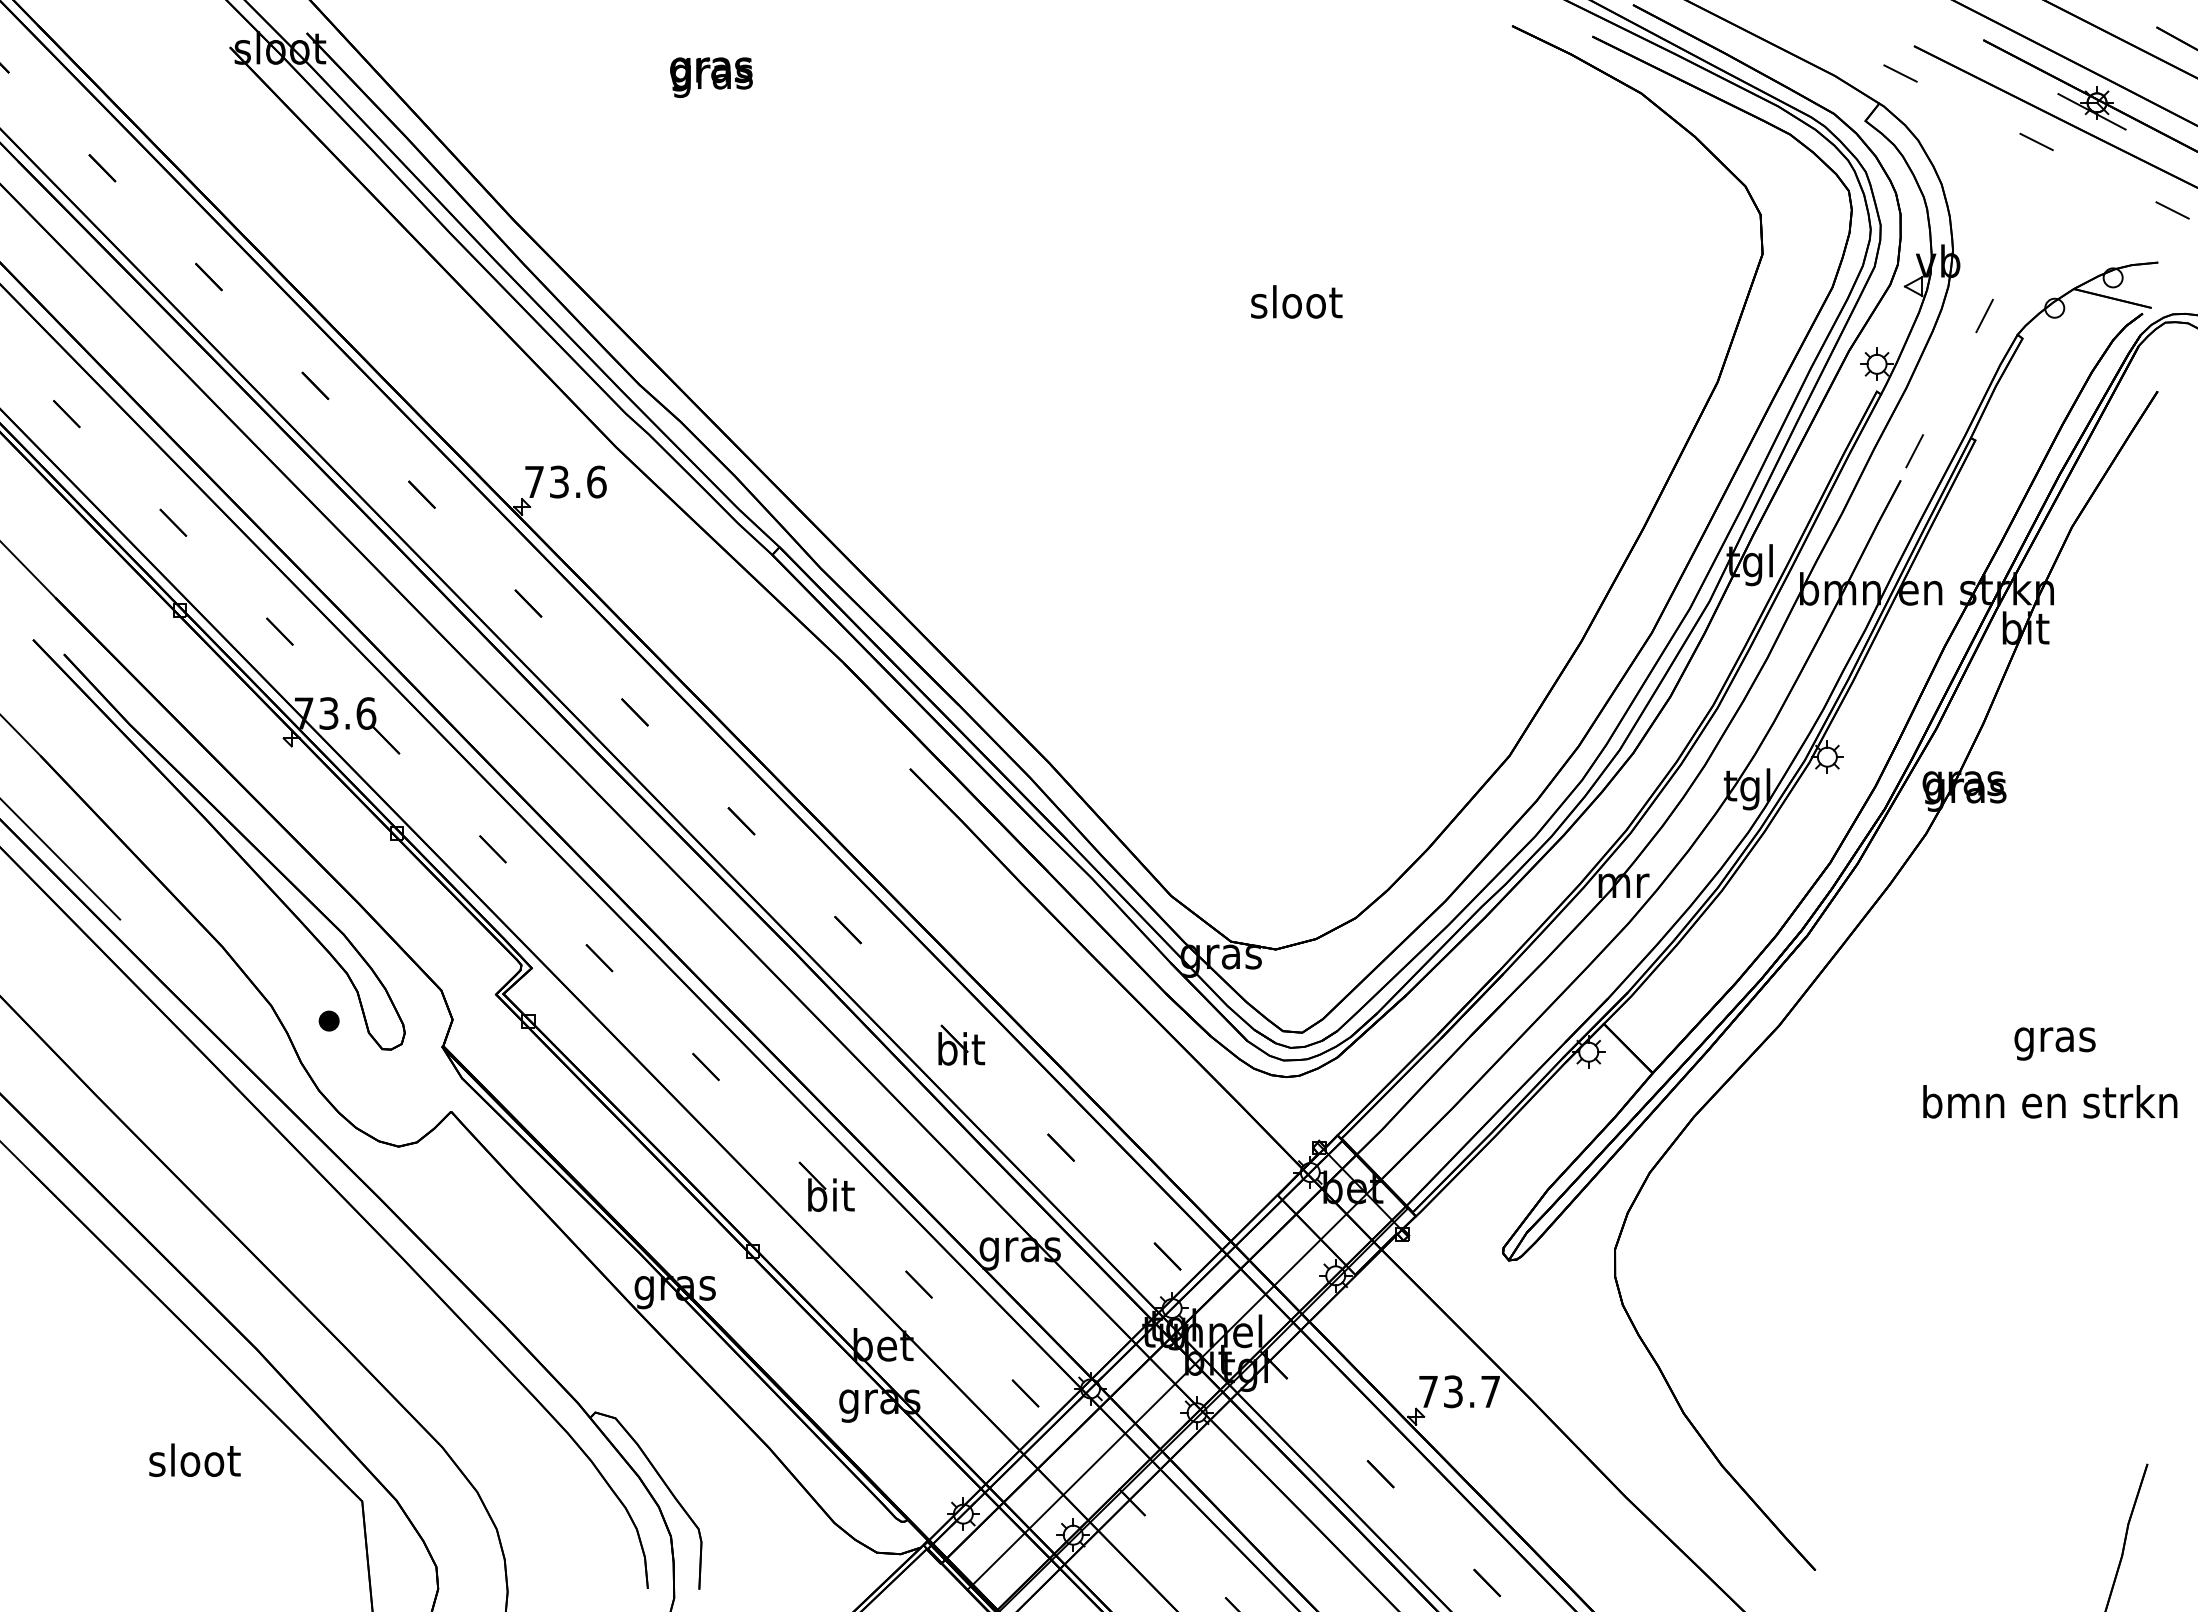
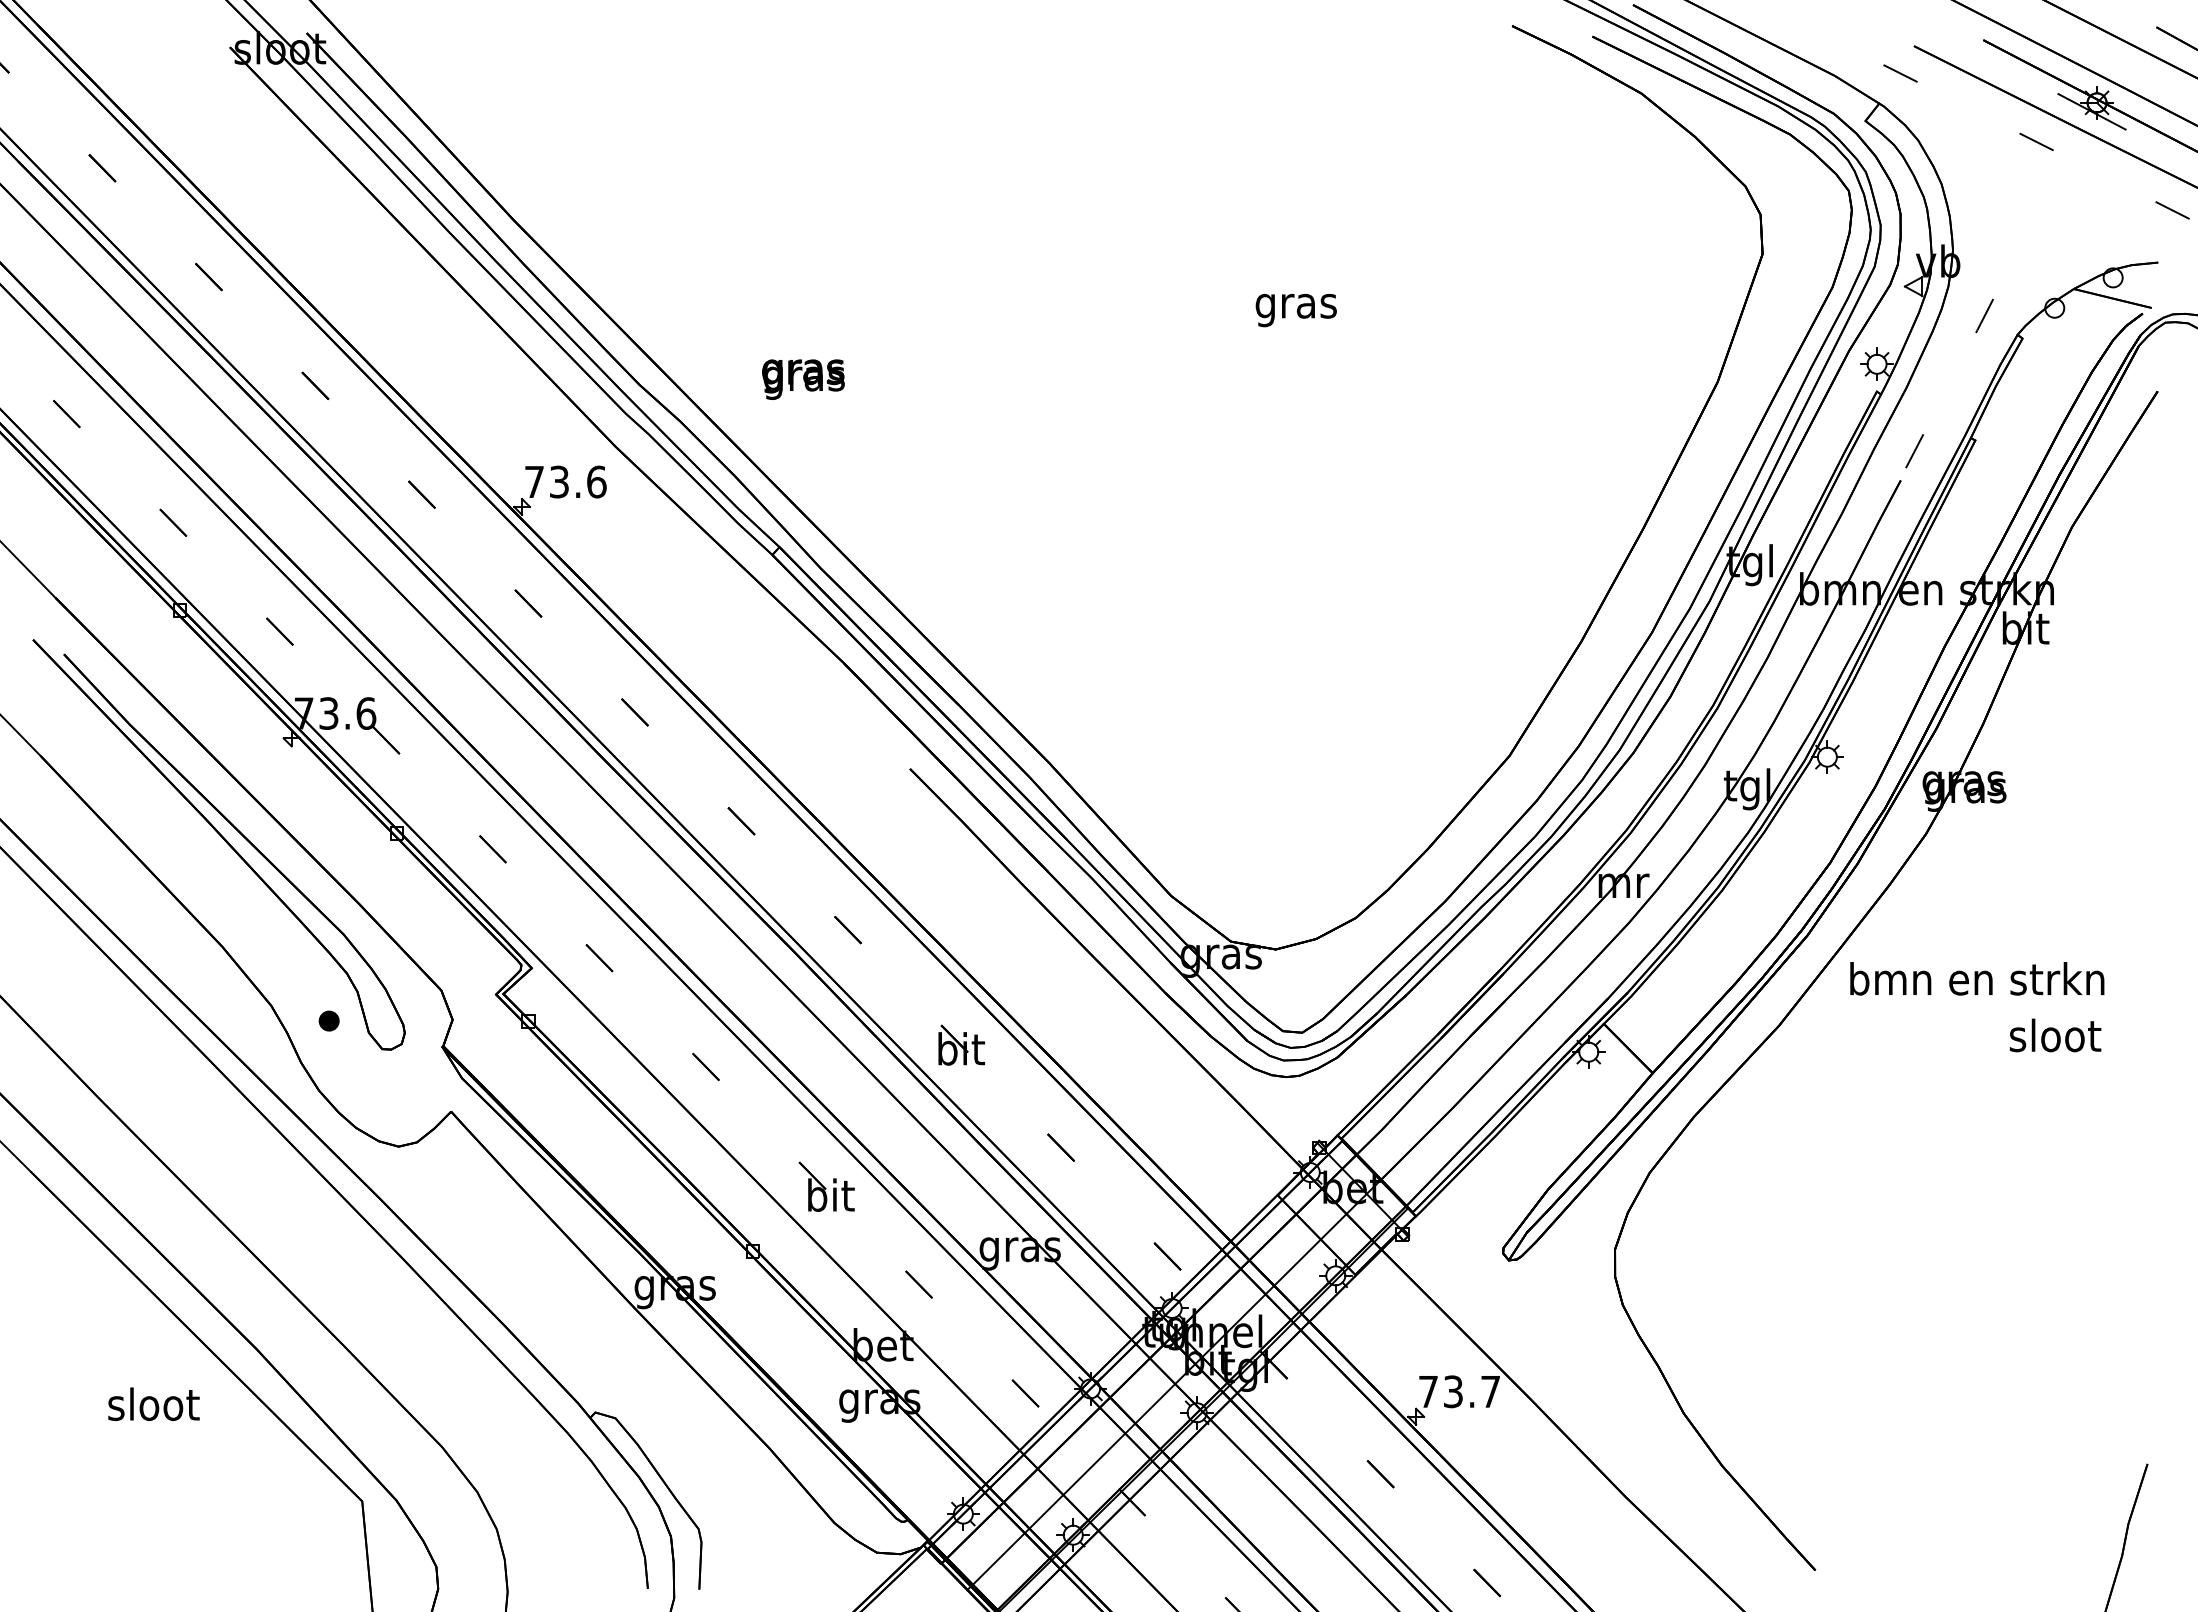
text at (711, 77) position: (711, 77) -> (803, 379)
text at (1296, 306): sloot -> gras
line at (61, 859): present -> none
text at (2055, 1039): gras -> sloot
text at (2050, 1101) position: (2050, 1101) -> (1977, 978)
text at (194, 1459) position: (194, 1459) -> (153, 1403)
